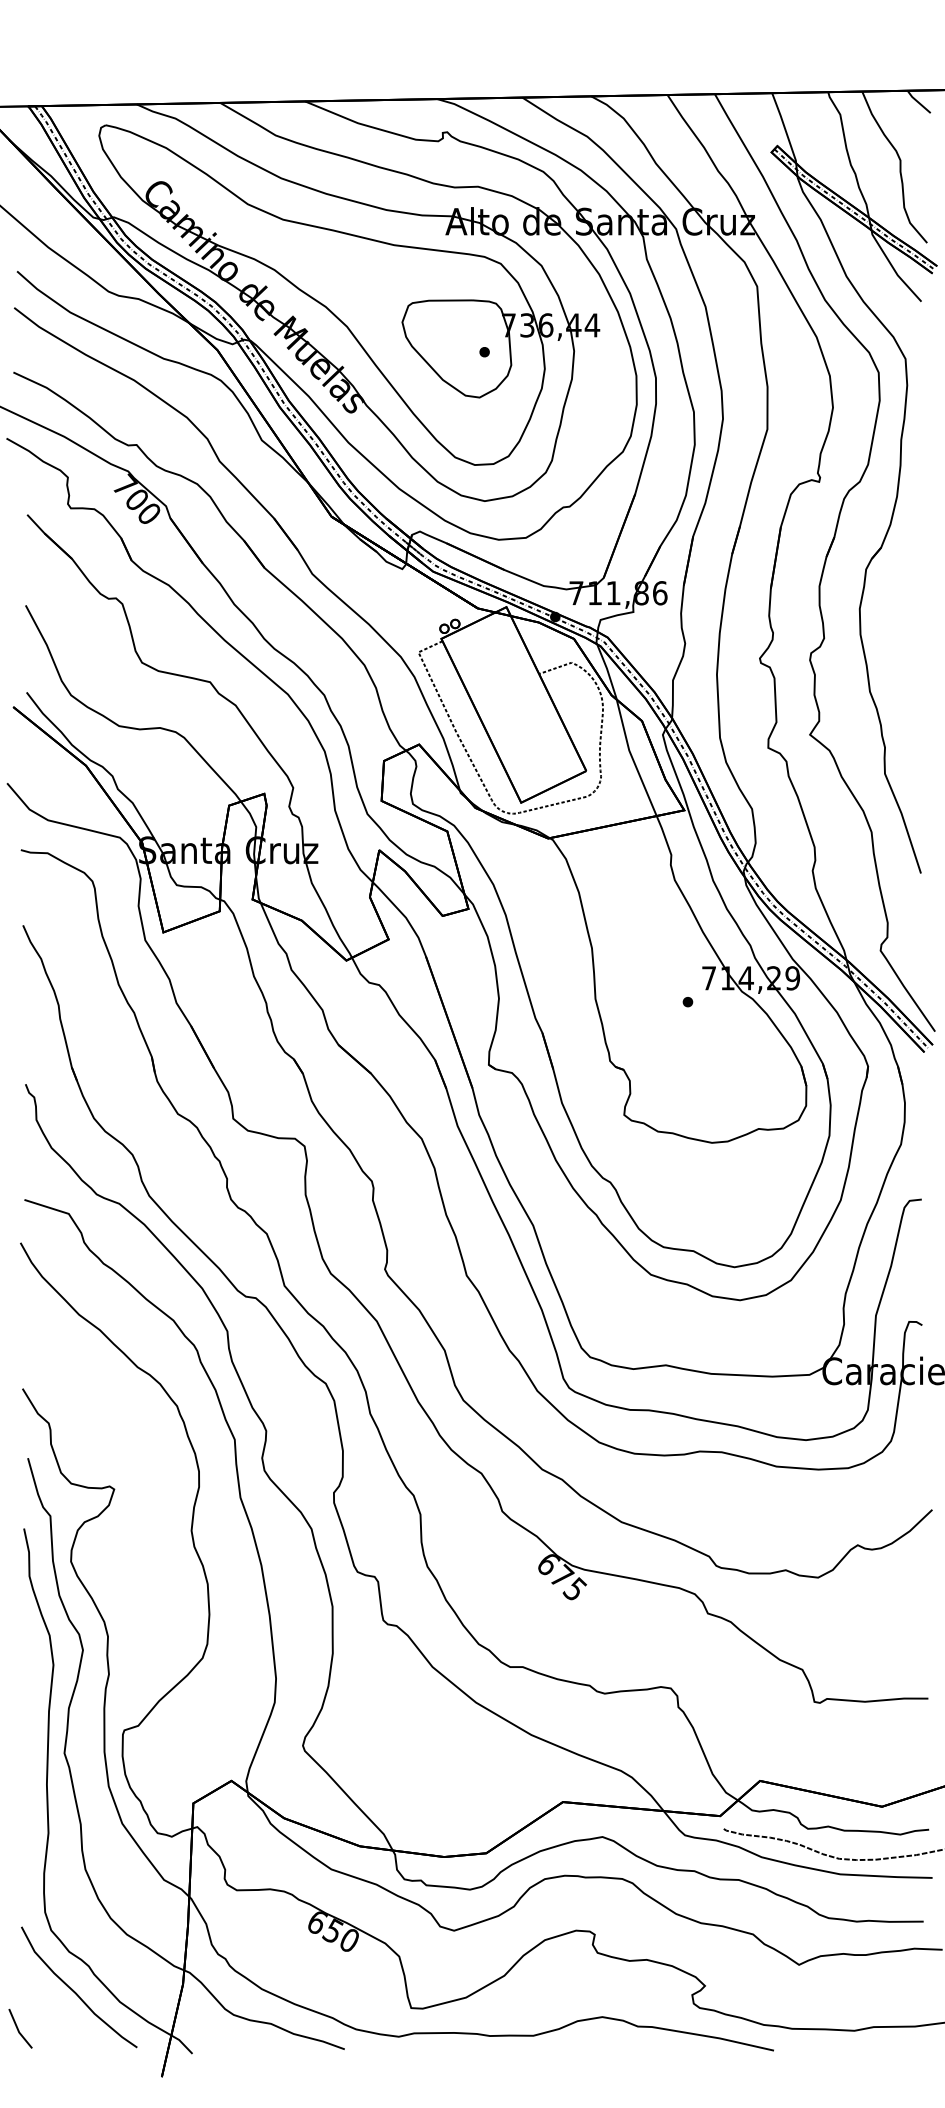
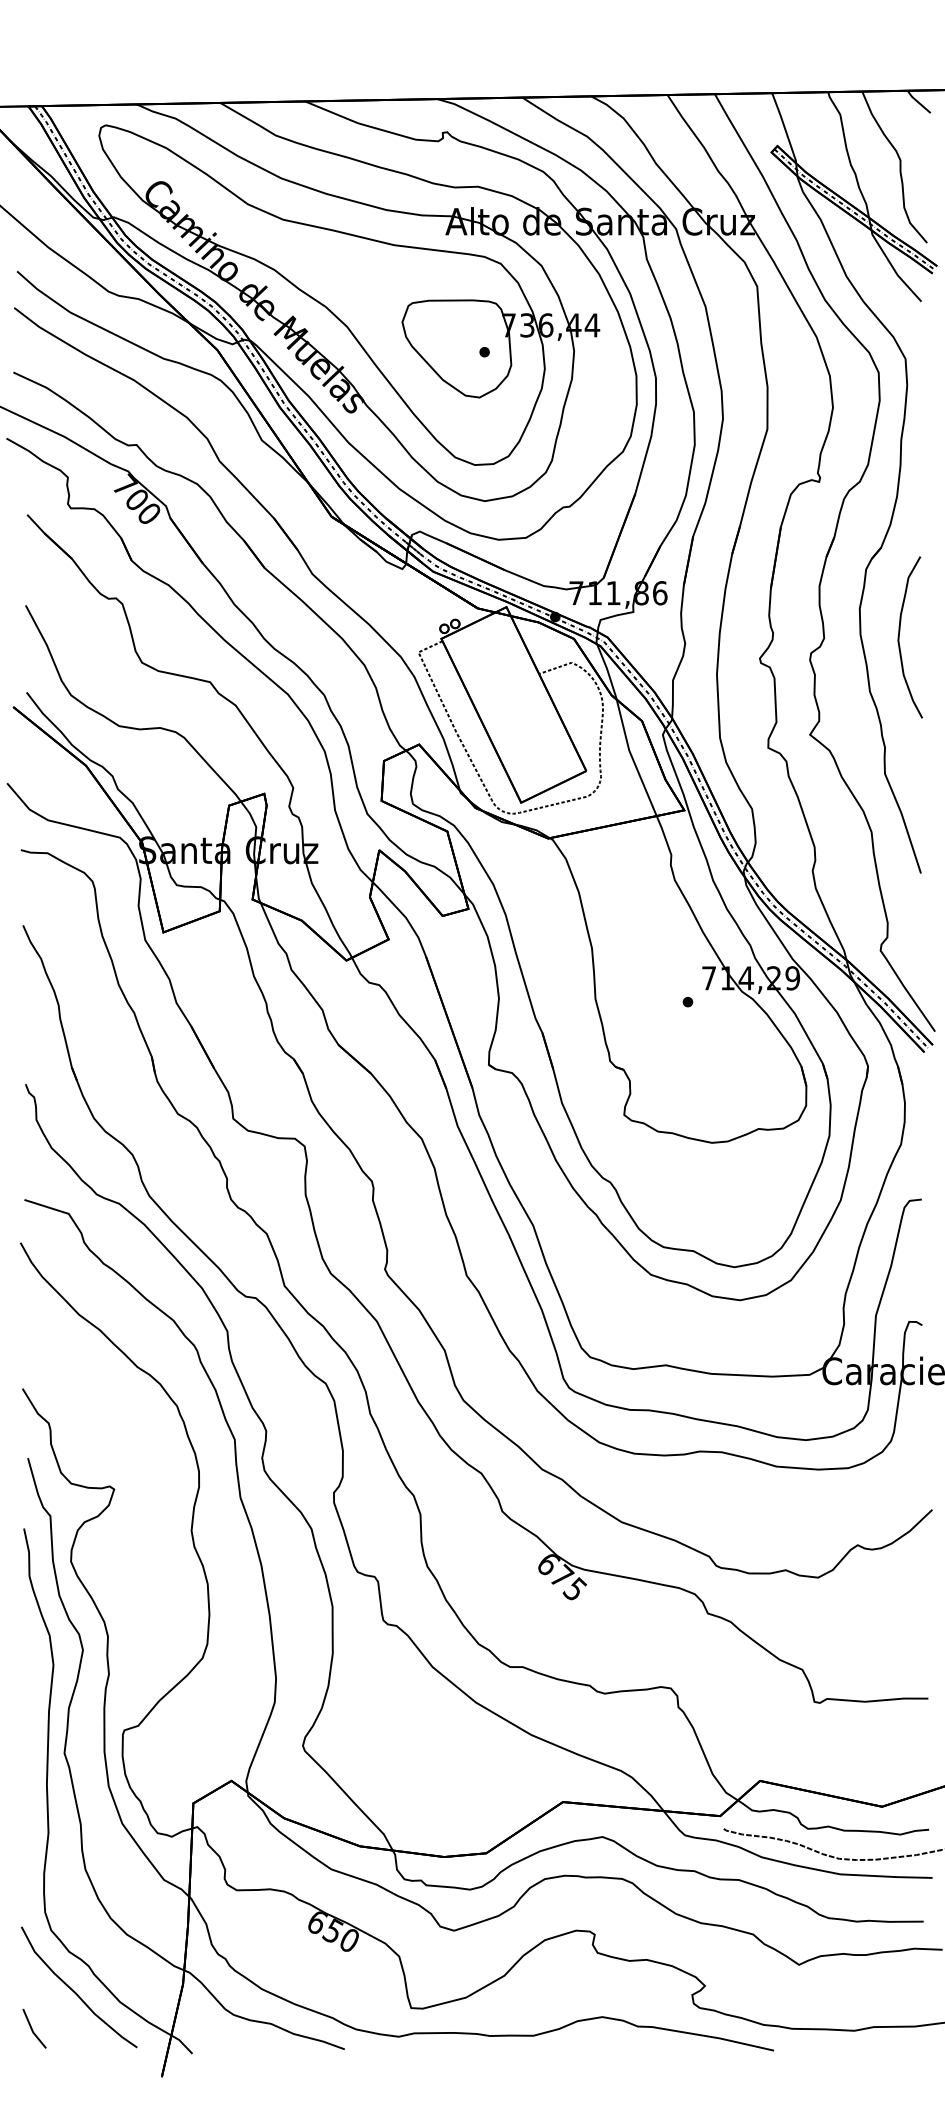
curve at (899, 637): none -> present
line at (18, 2028) position: (18, 2028) -> (32, 2028)
